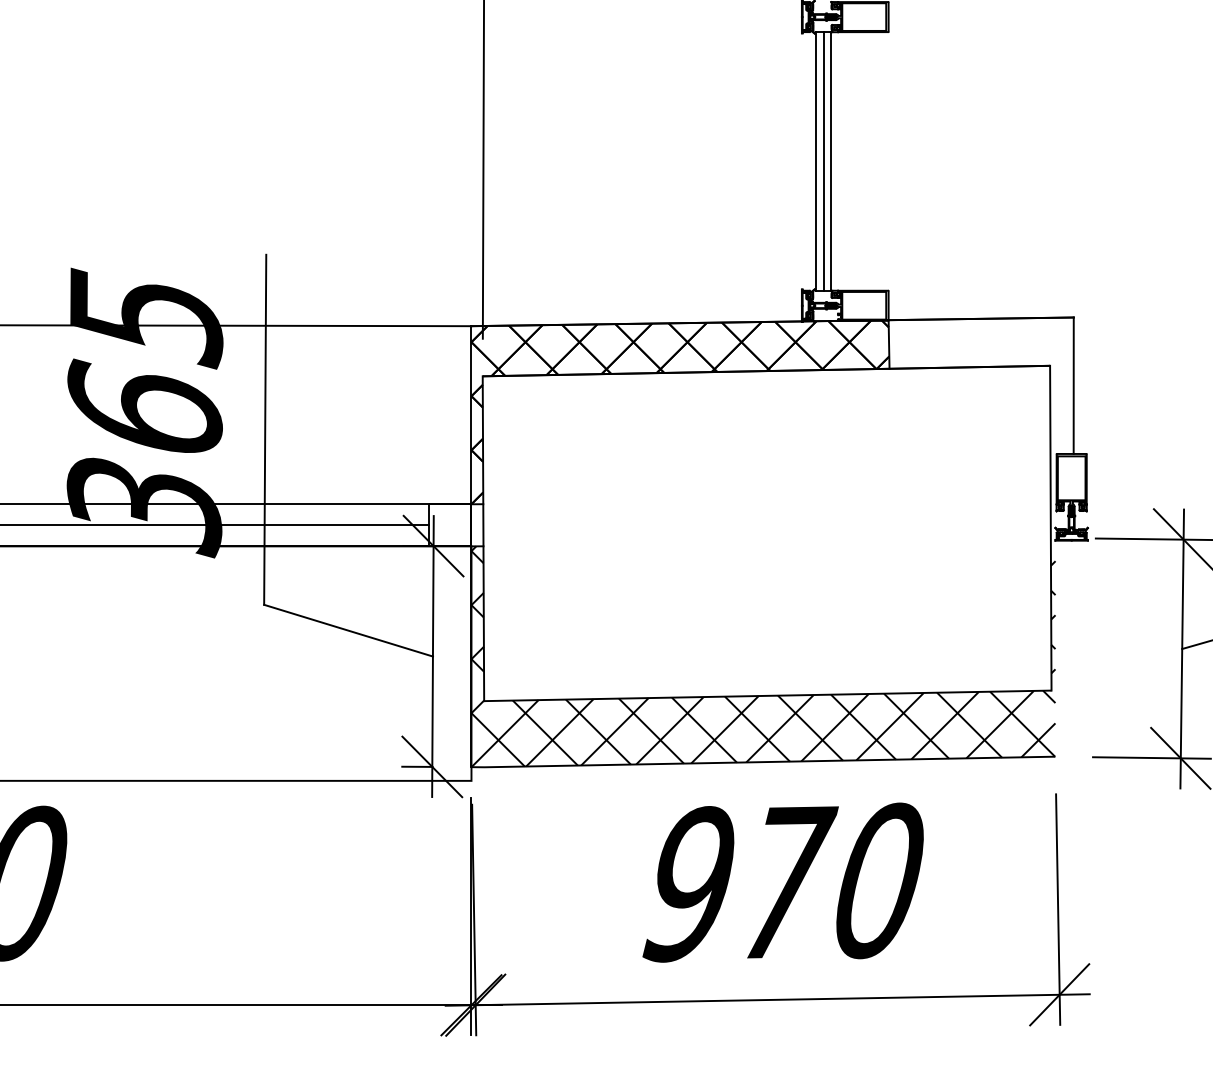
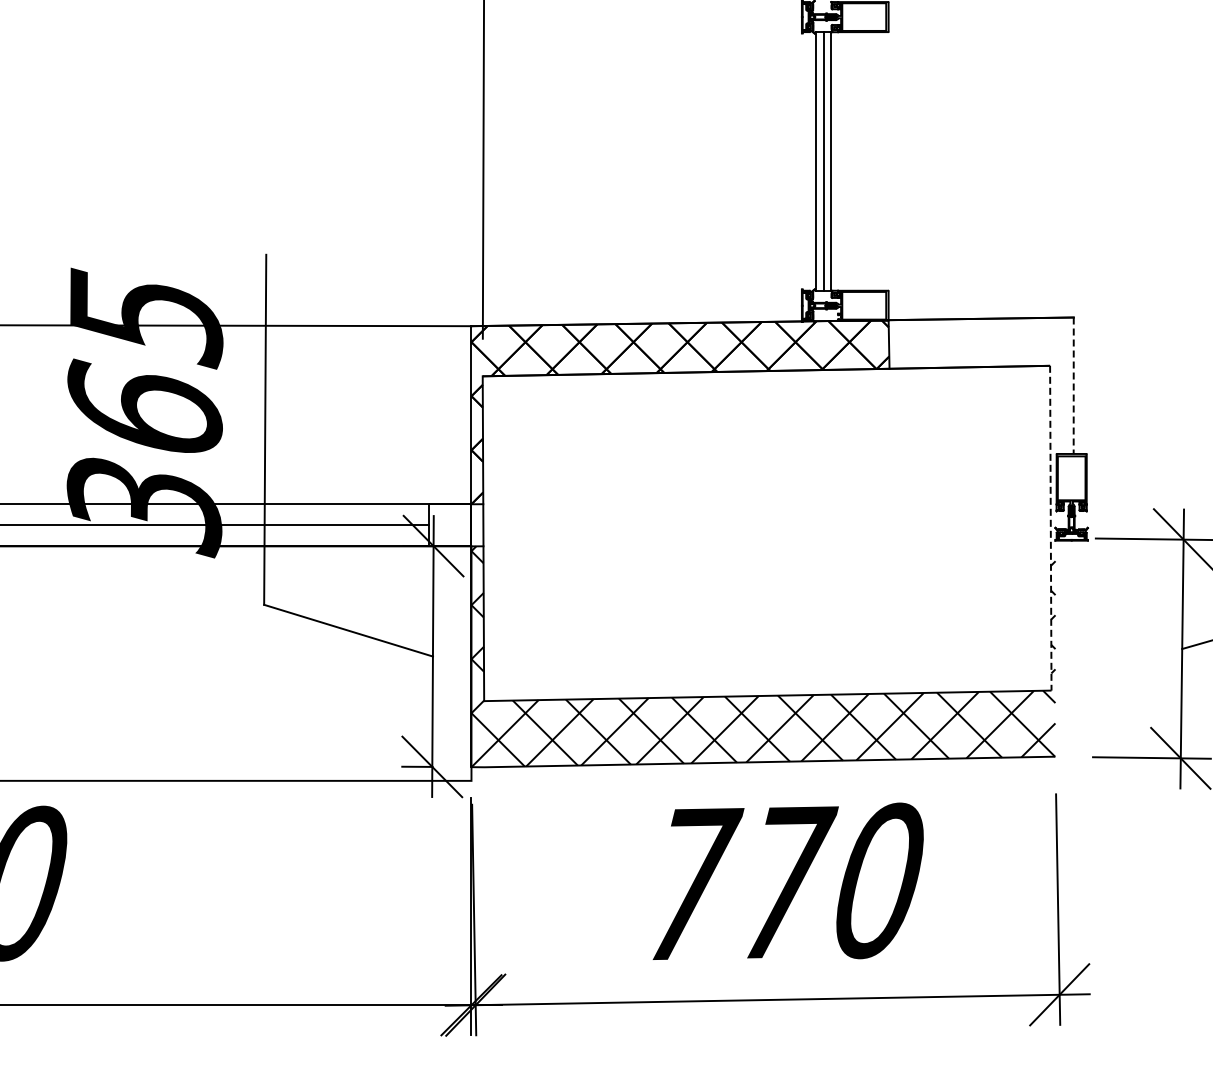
line at (1073, 386): solid -> dashed
line at (1050, 528): solid -> dashed
text at (693, 884): 970 -> 770
